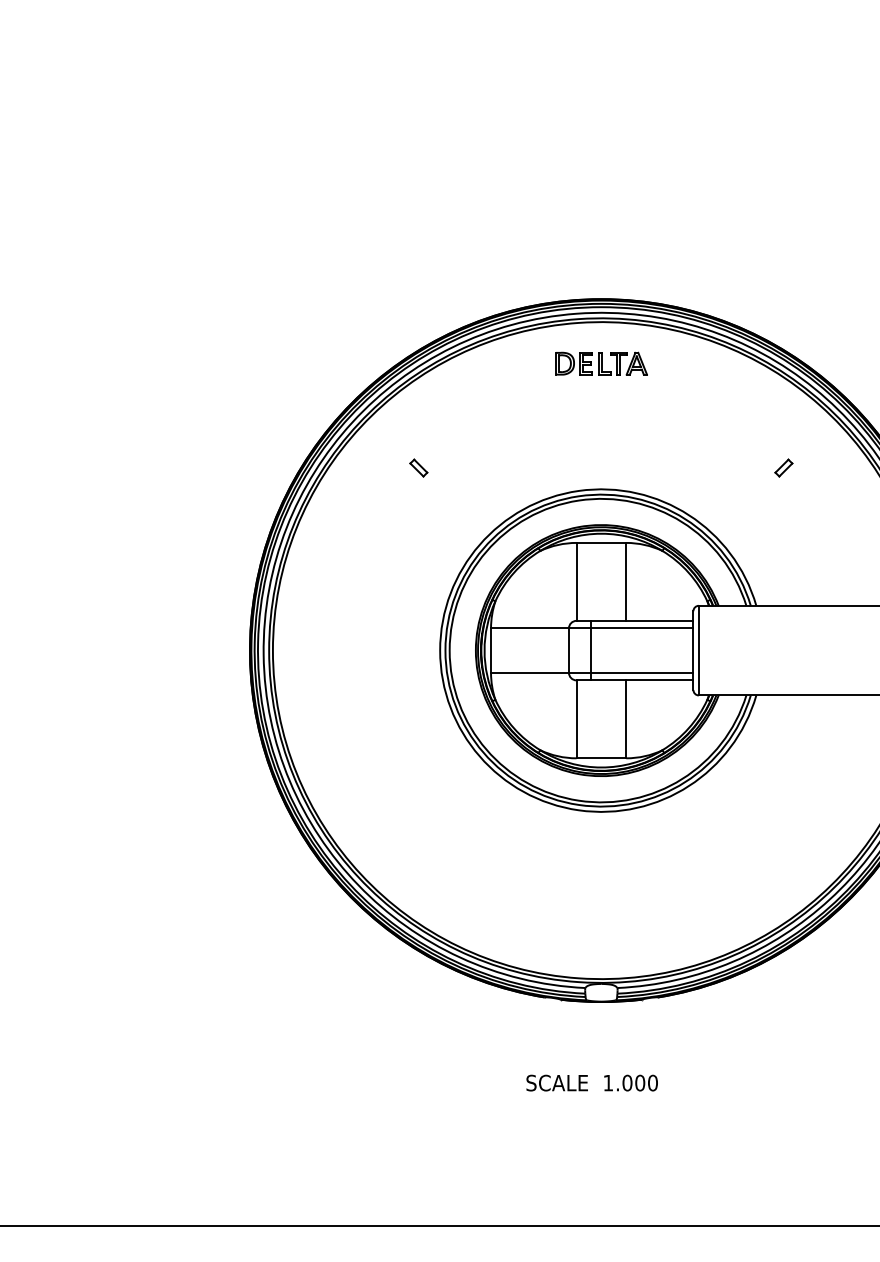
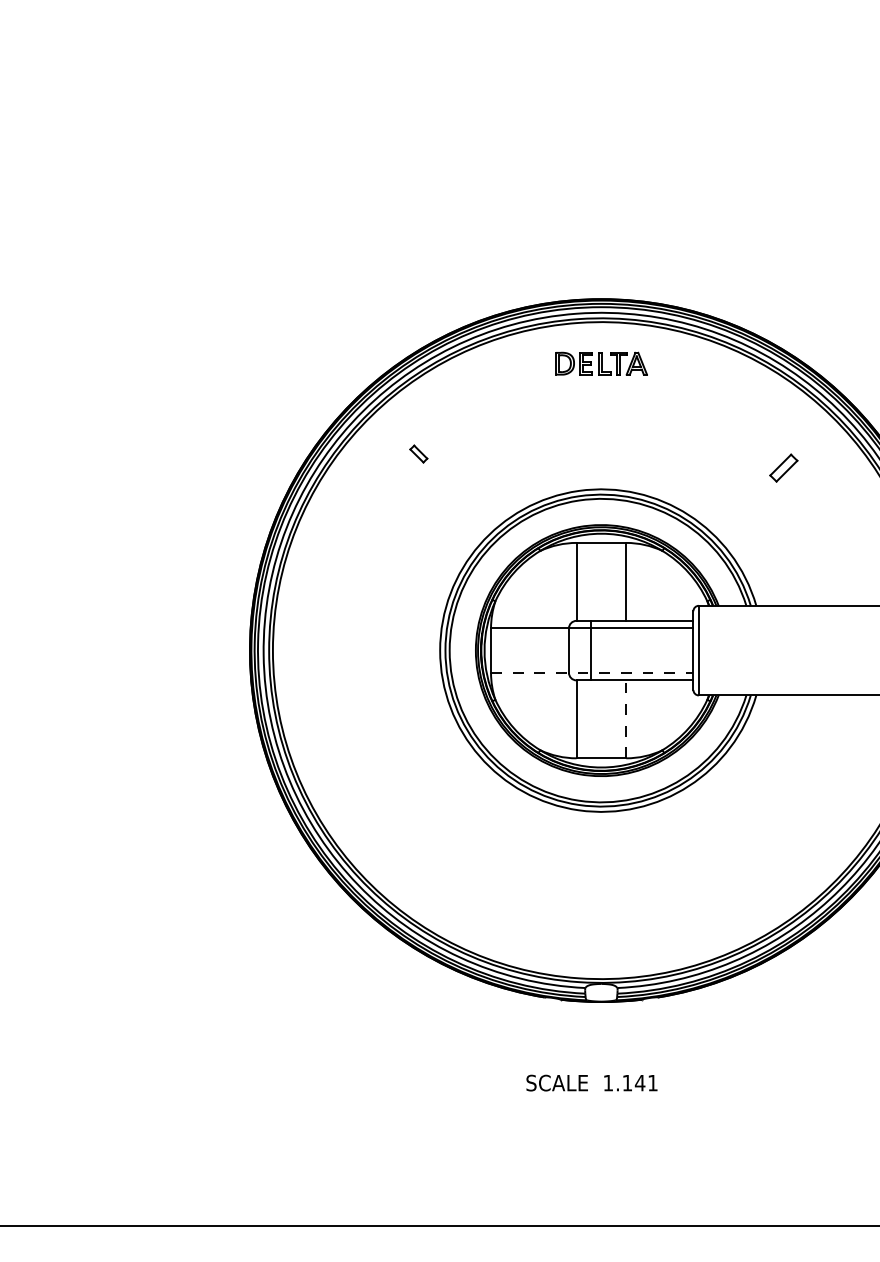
part at (418, 467) position: (418, 467) -> (418, 453)
part at (783, 467) size: 20x20 px -> 30x30 px
line at (592, 672): solid -> dashed
line at (626, 719): solid -> dashed
text at (639, 1082): 1.000 -> 1.141
